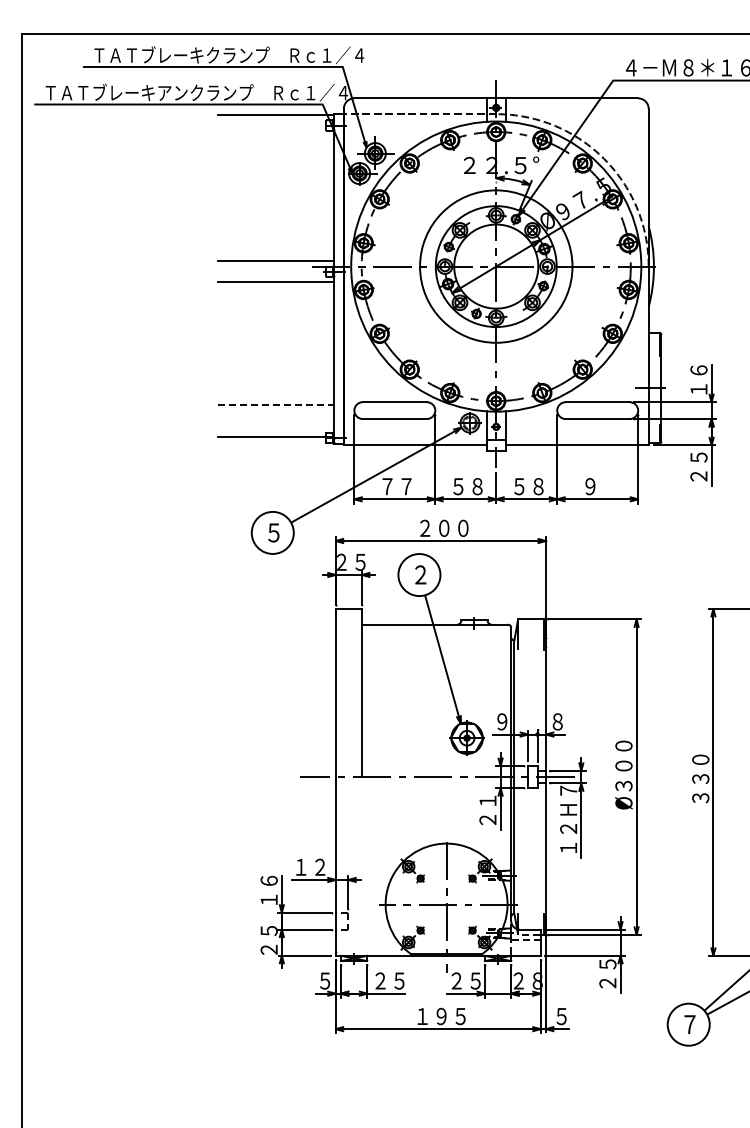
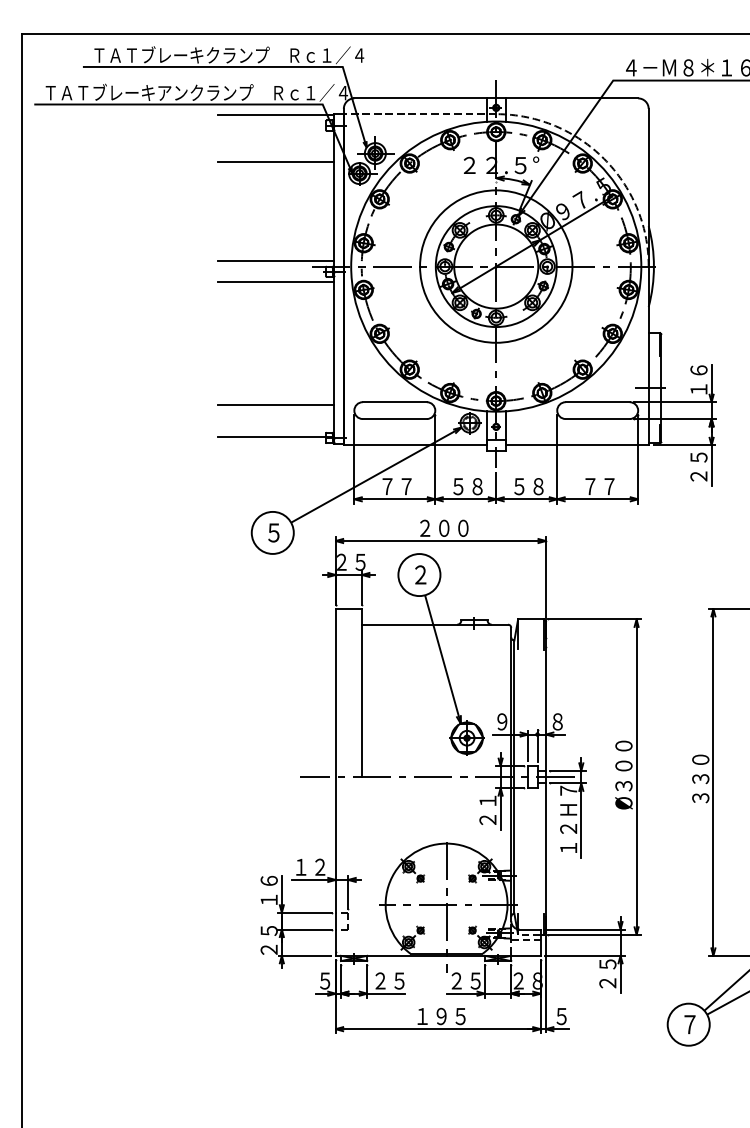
line at (275, 161): none -> present
line at (276, 405): dashed -> solid
text at (599, 486): ９ -> ７７
